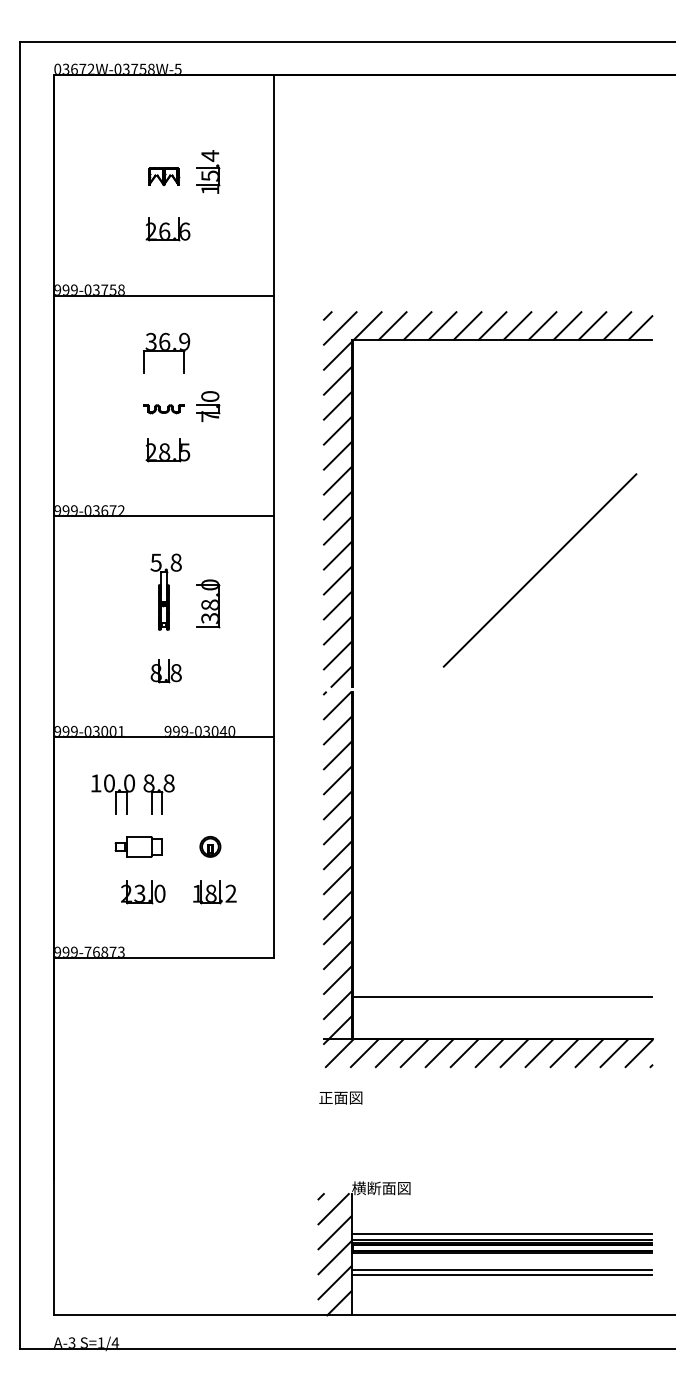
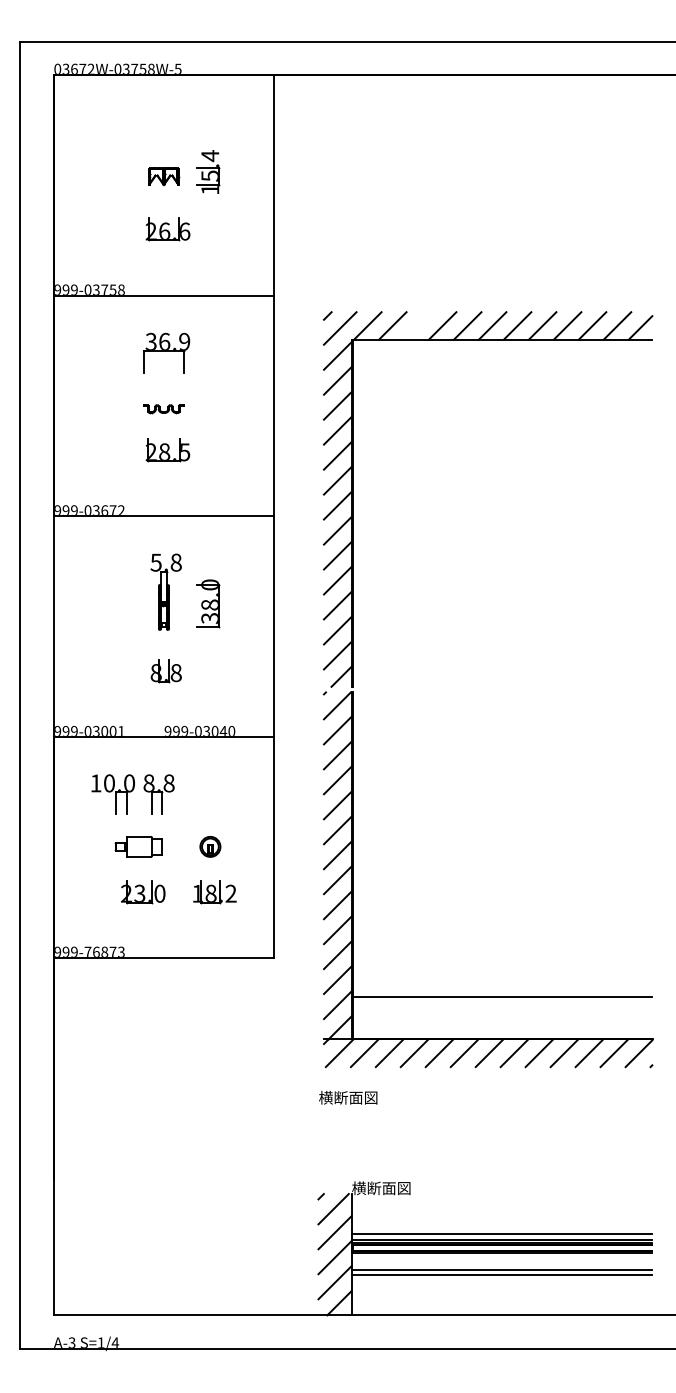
line at (417, 325): present -> none
part at (208, 406): present -> none
line at (539, 570): present -> none
text at (348, 1097): 正面図 -> 横断面図
